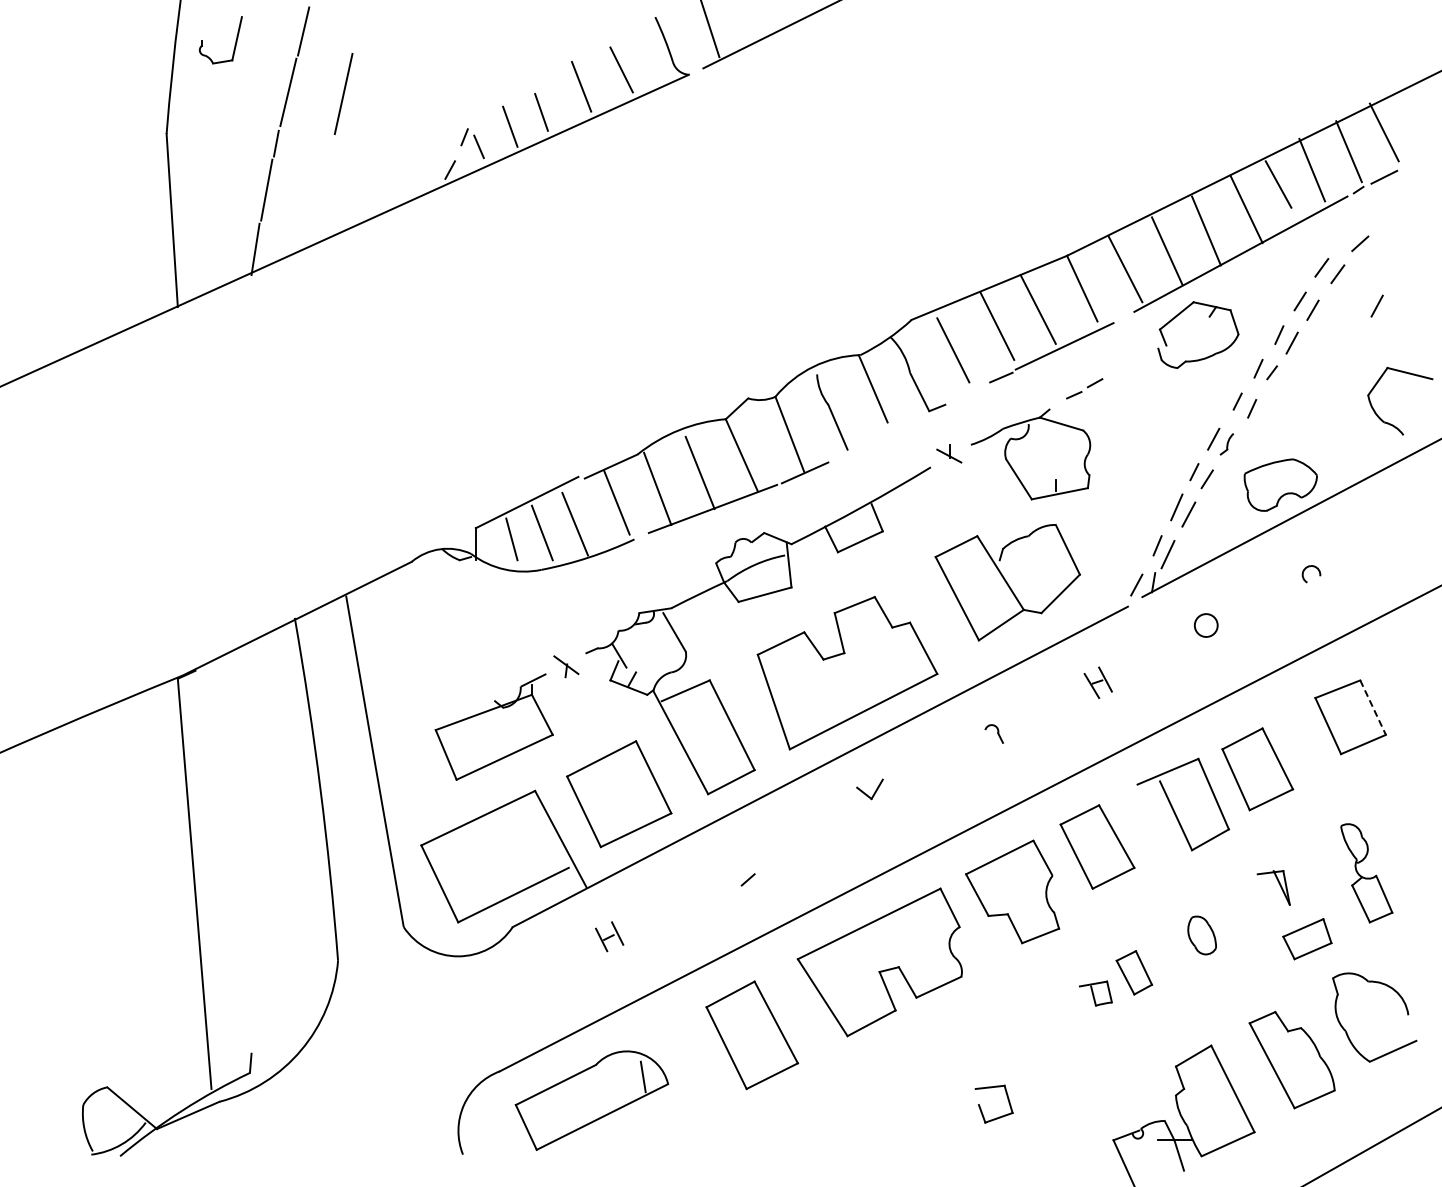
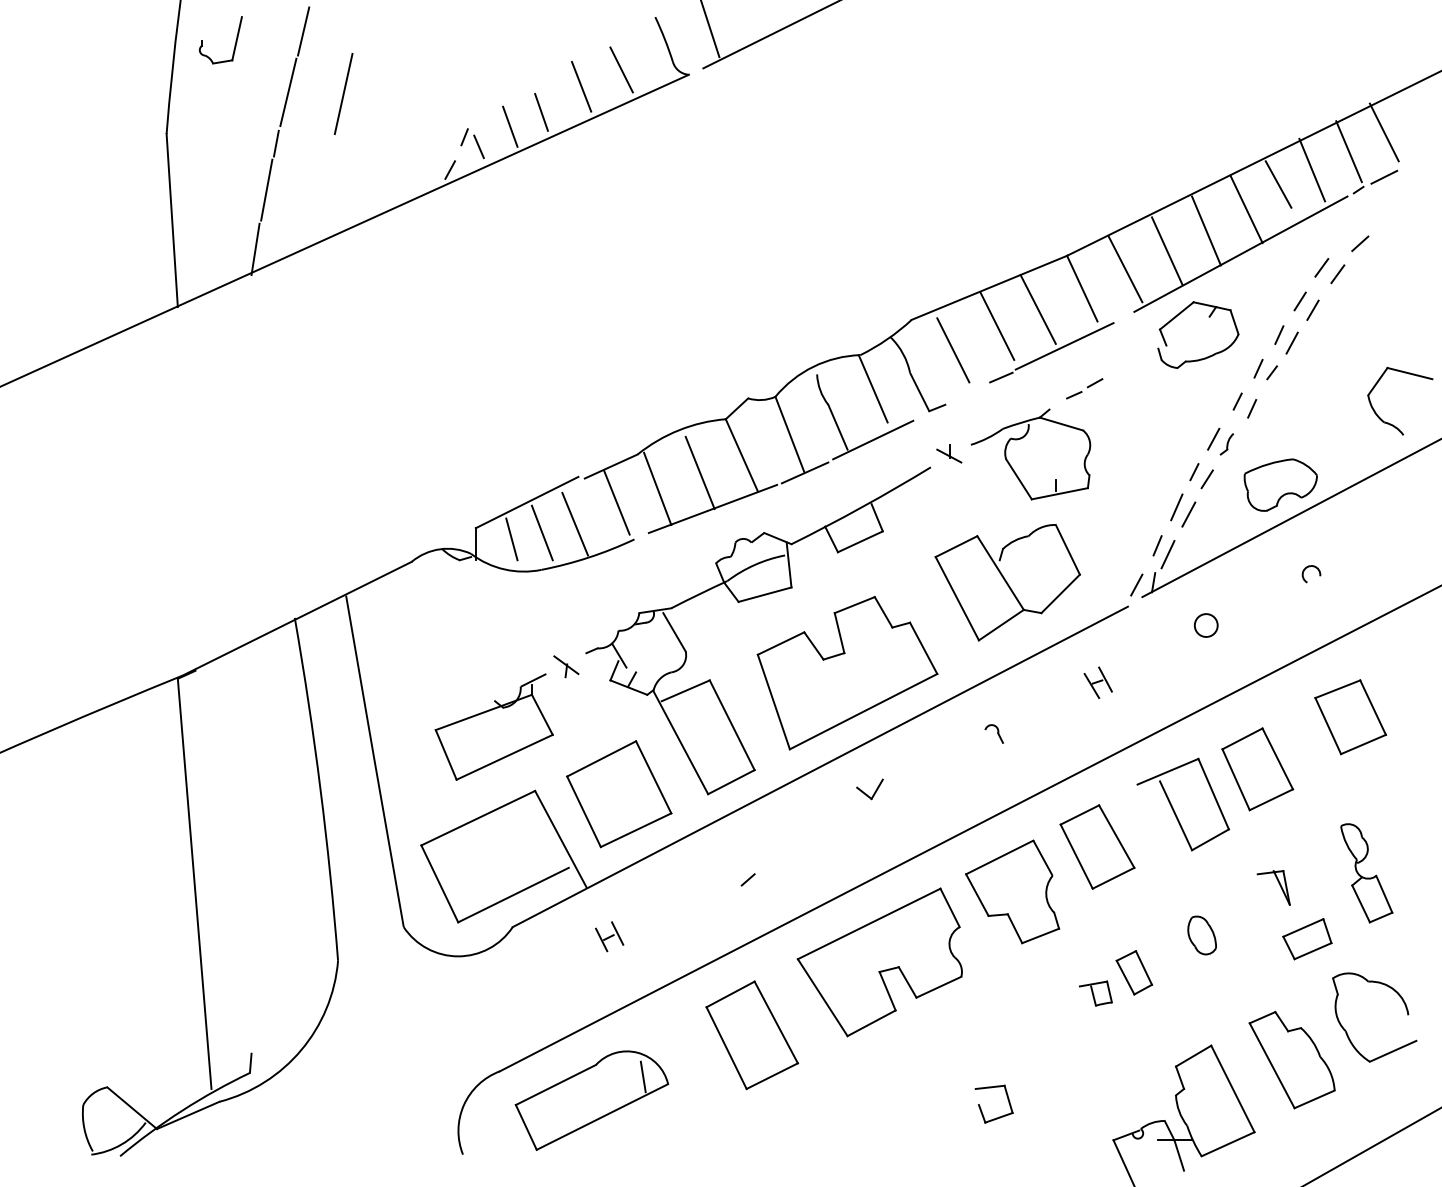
line at (1376, 305): present -> none
line at (873, 439): none -> present
line at (1373, 708): dashed -> solid
